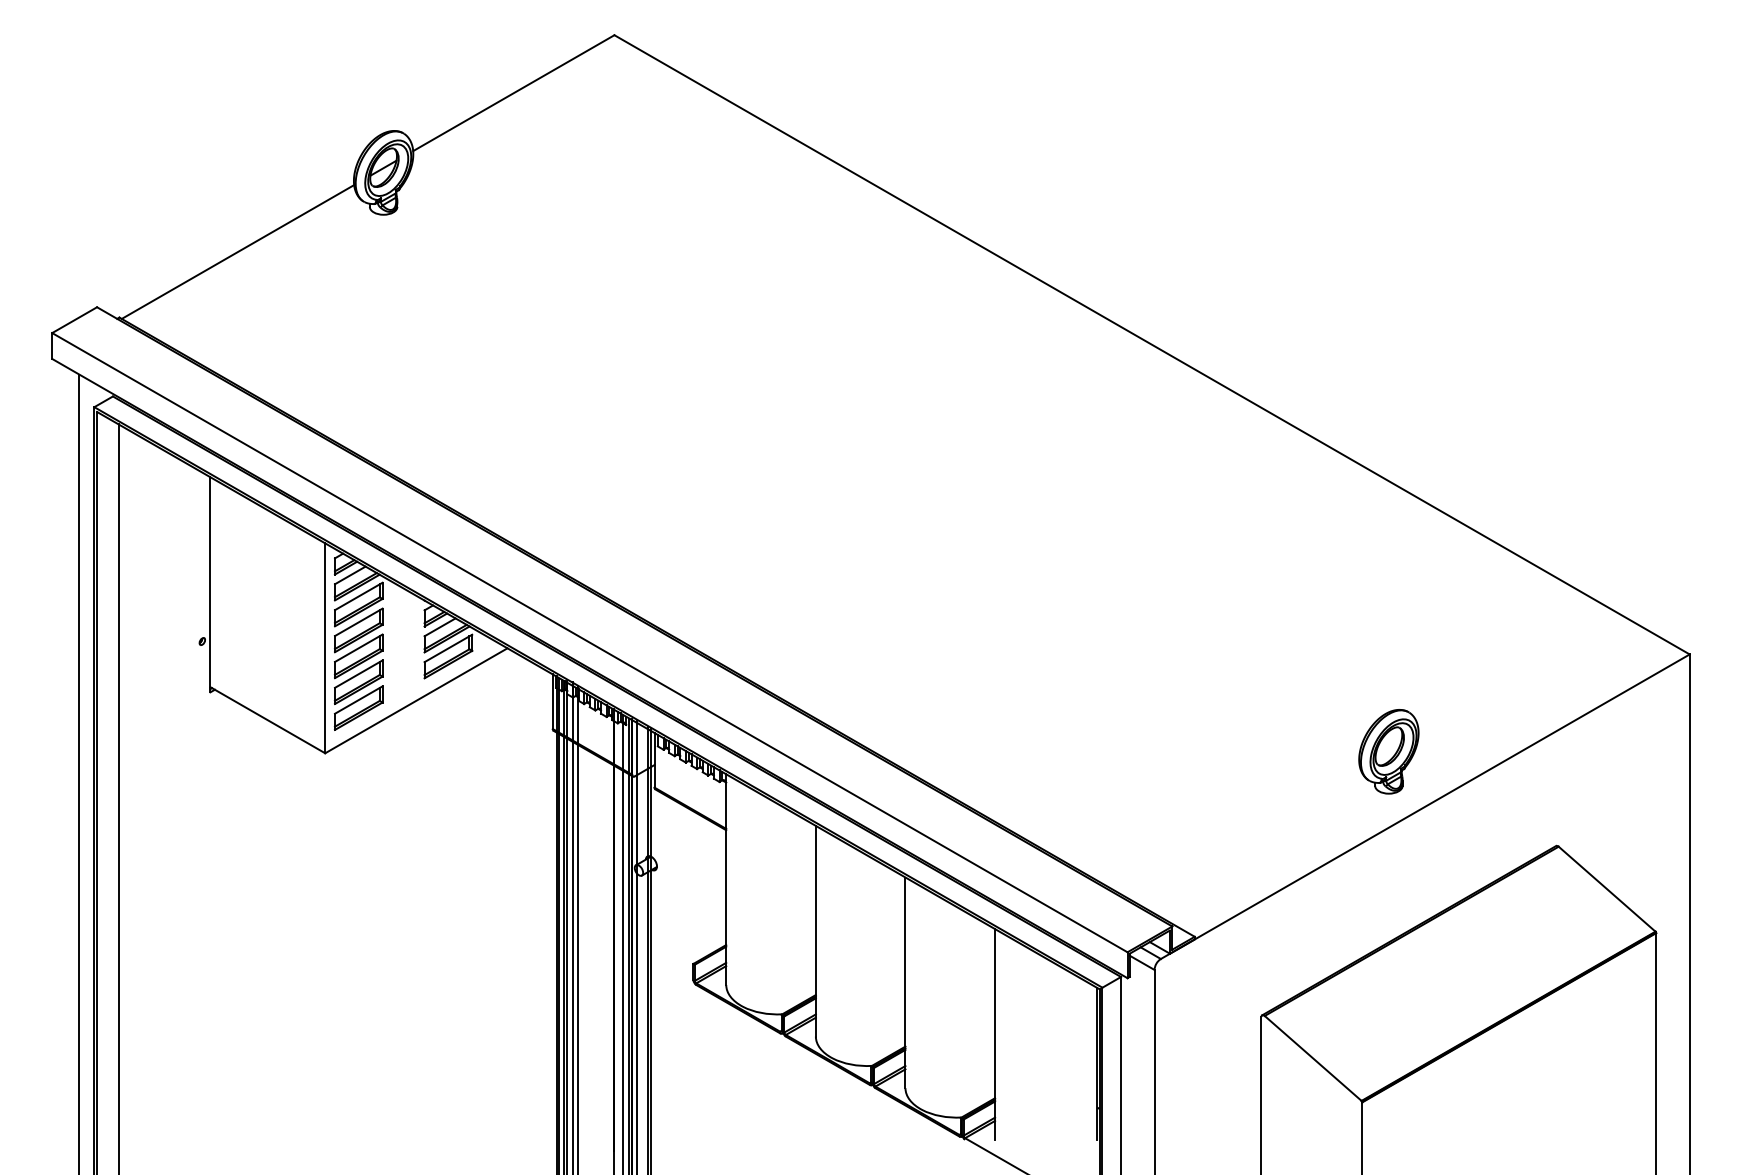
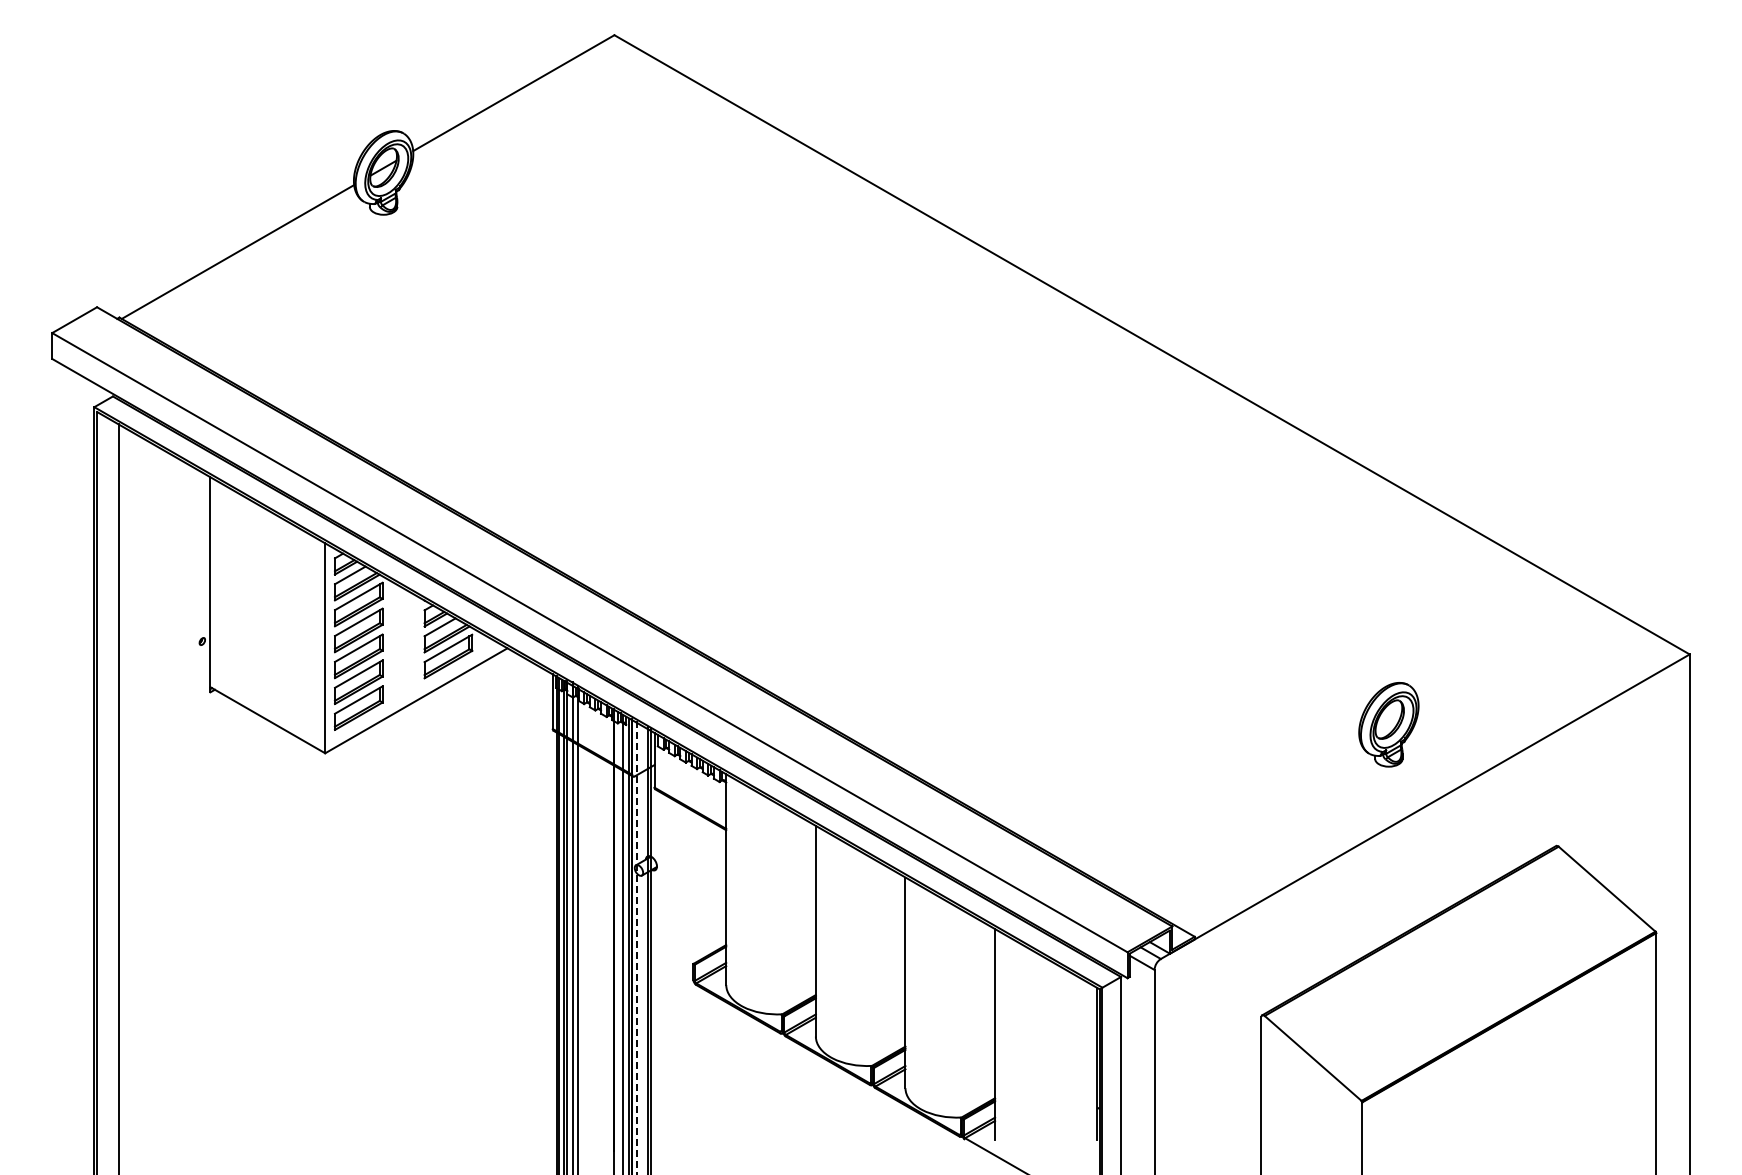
part at (1388, 751) position: (1388, 751) -> (1388, 724)
line at (79, 772): present -> none
line at (637, 947): solid -> dashed
